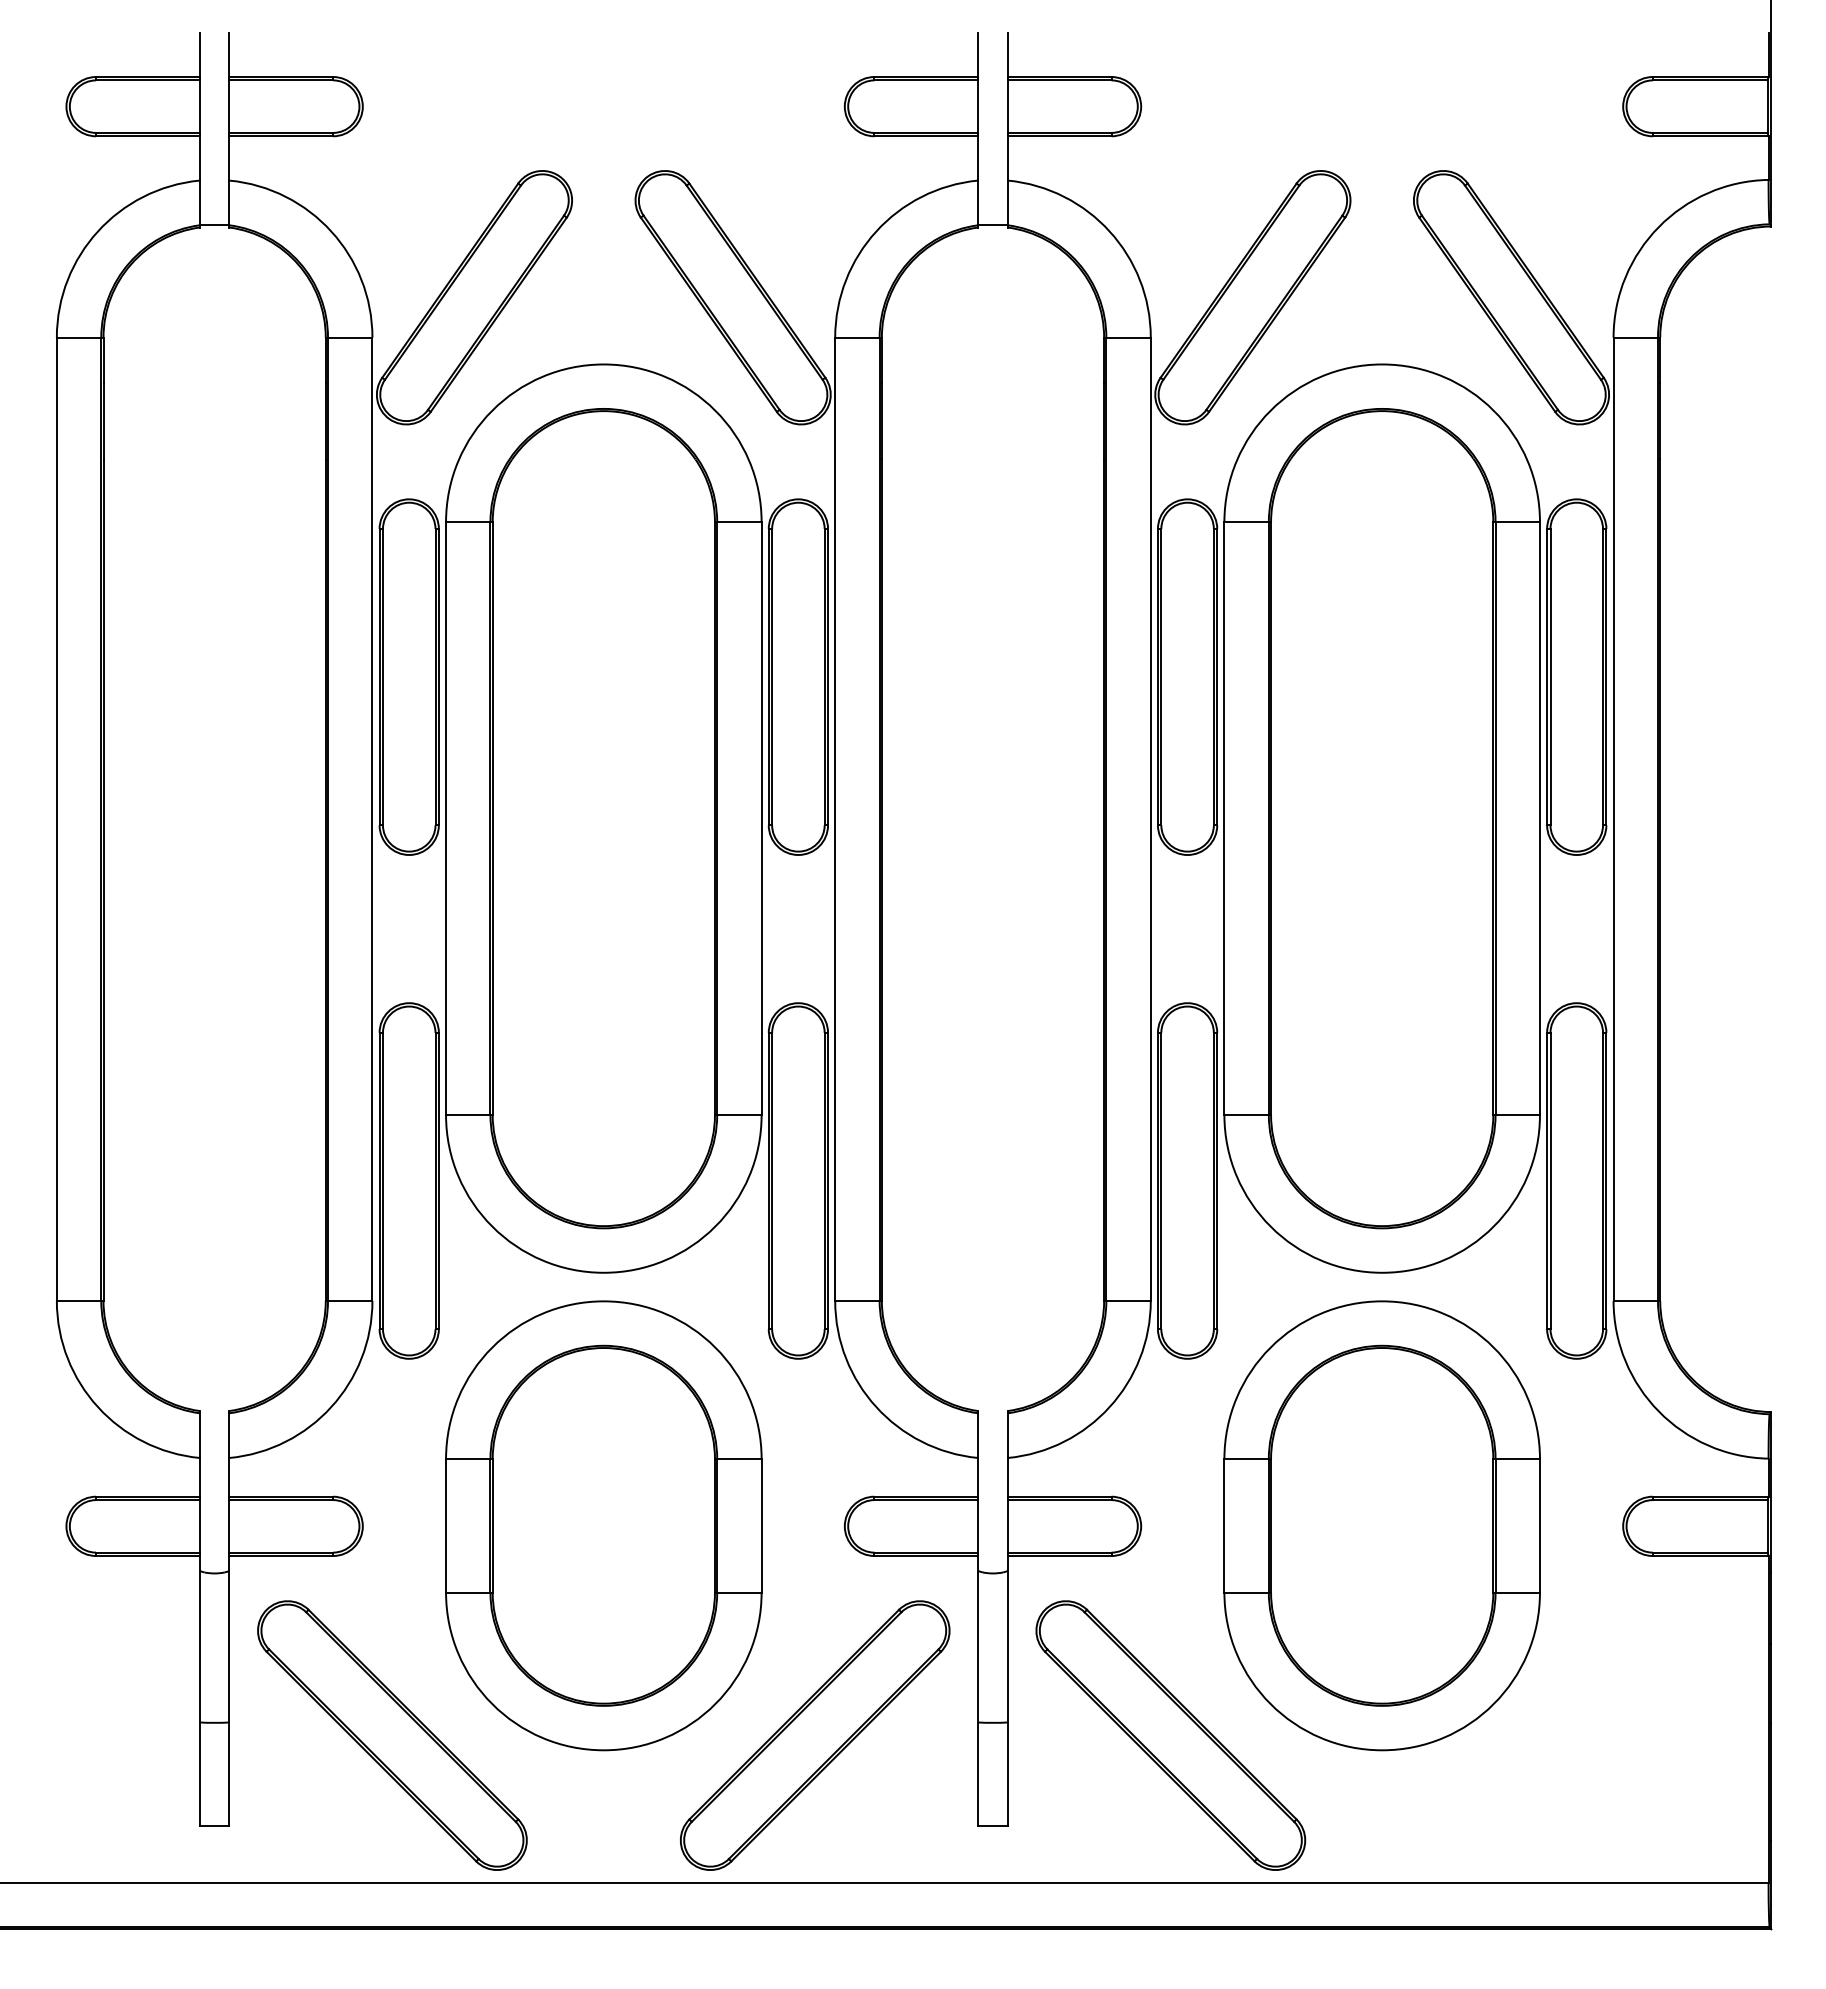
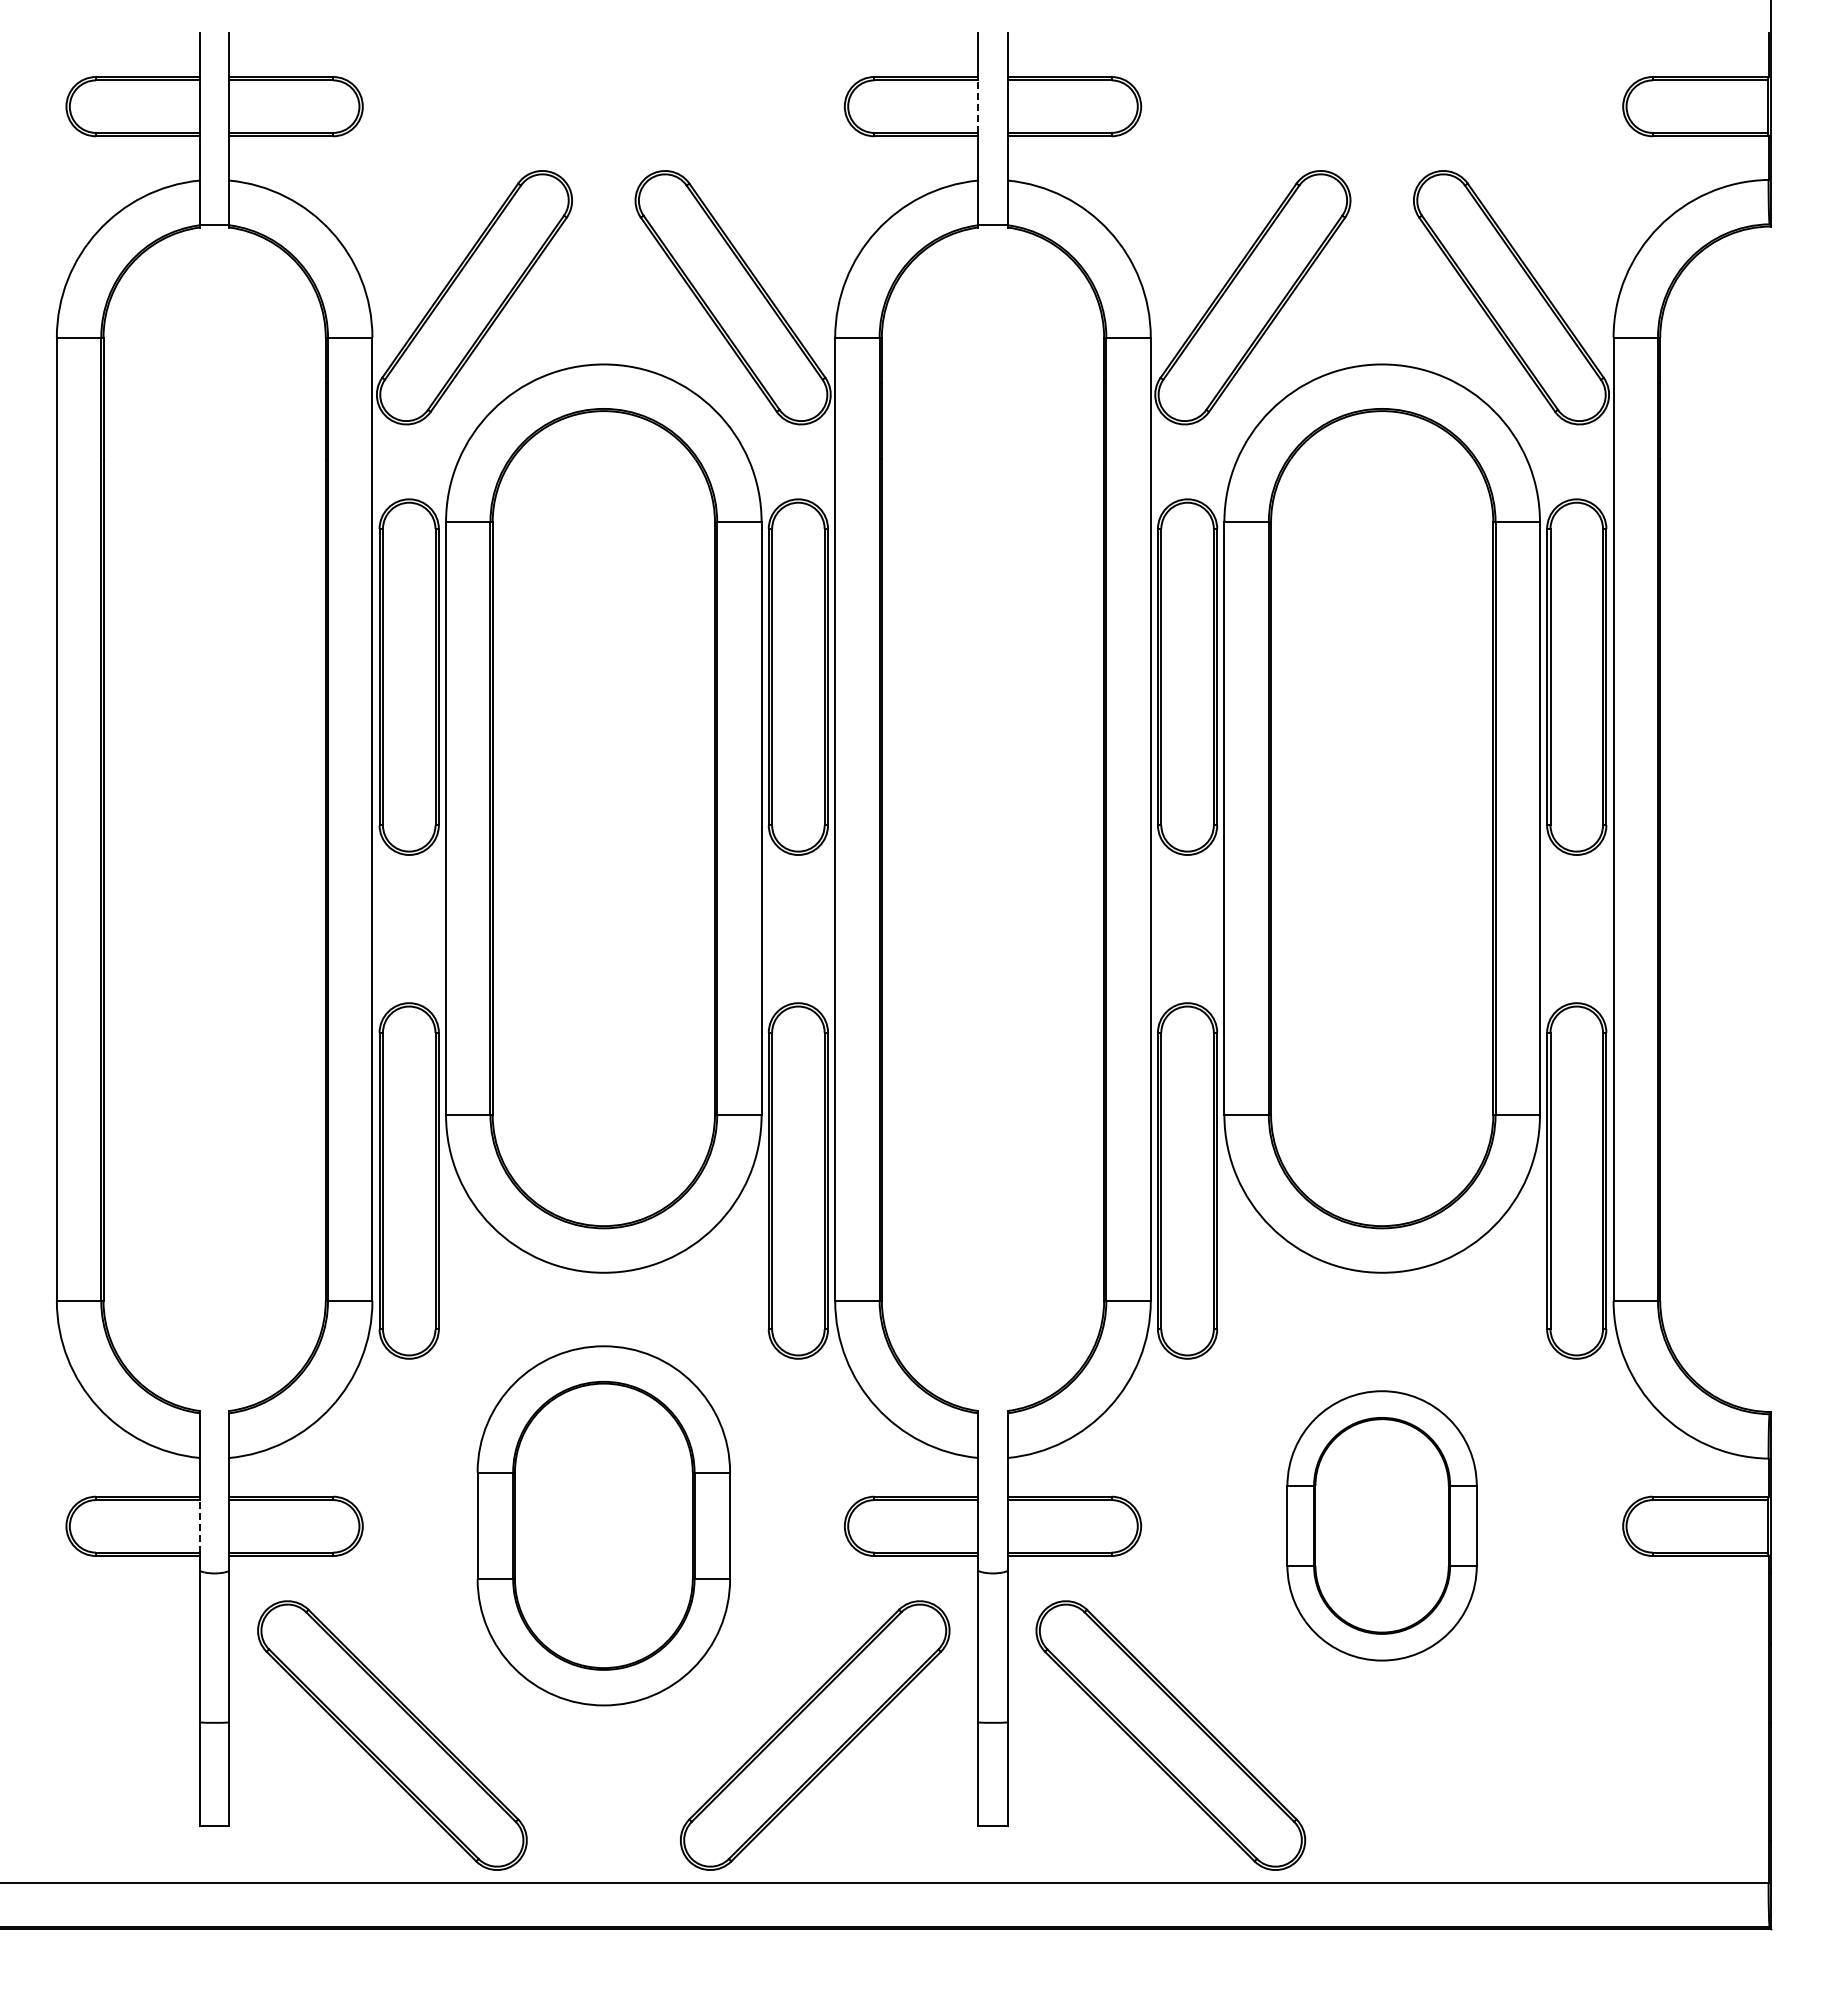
line at (978, 106): solid -> dashed
line at (199, 1525): solid -> dashed
part at (603, 1525) size: 318x452 px -> 255x362 px
part at (1381, 1525) size: 318x452 px -> 192x272 px
